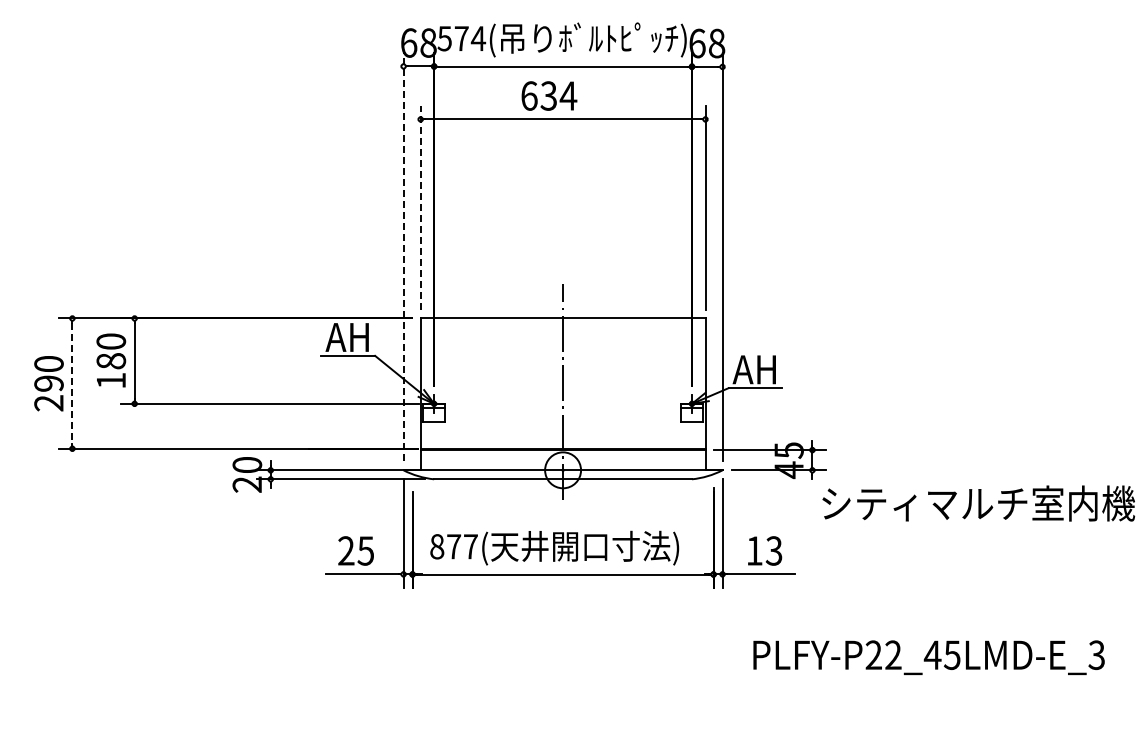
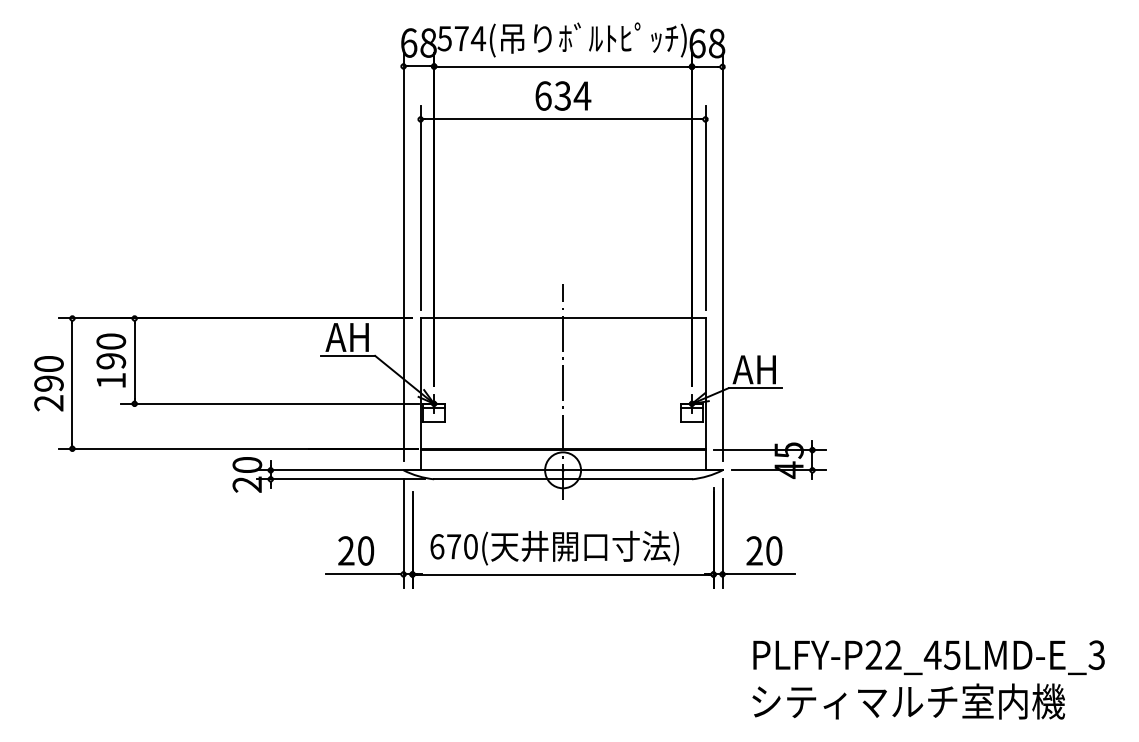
text at (549, 95) position: (549, 95) -> (563, 95)
line at (420, 207): dashed -> solid
line at (403, 256): dashed -> solid
text at (111, 361): 180 -> 190
line at (72, 383): dashed -> solid
text at (978, 503) position: (978, 503) -> (908, 701)
text at (453, 546): 877( -> 670(
text at (365, 550): 25 -> 20
text at (764, 550): 13 -> 20
